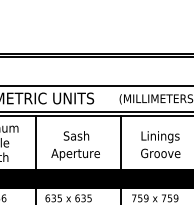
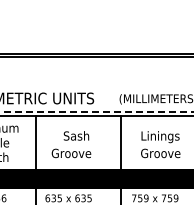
line at (96, 86): present -> none
line at (97, 111): solid -> dashed
text at (75, 154): Aperture -> Groove
